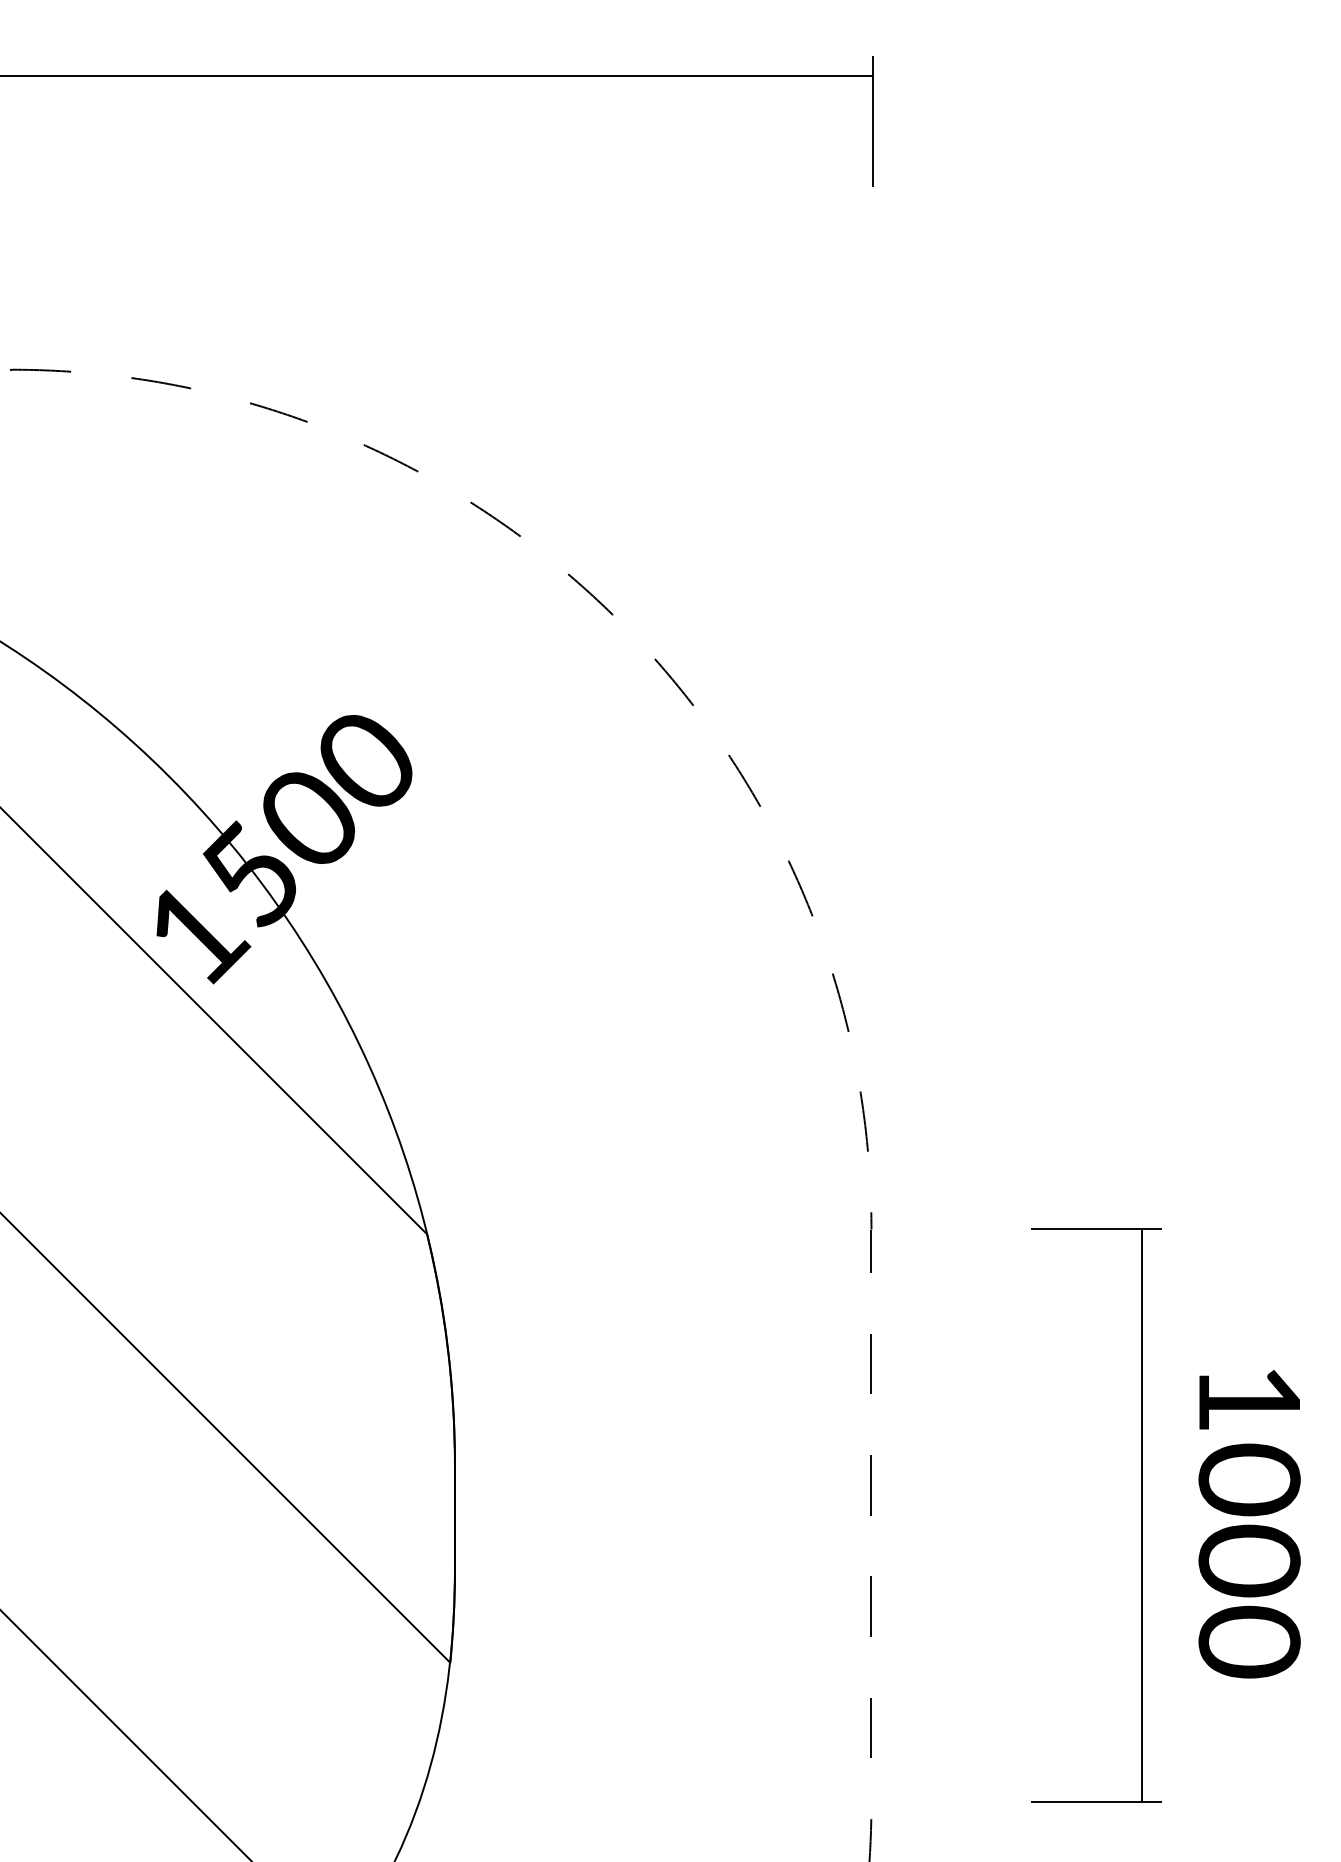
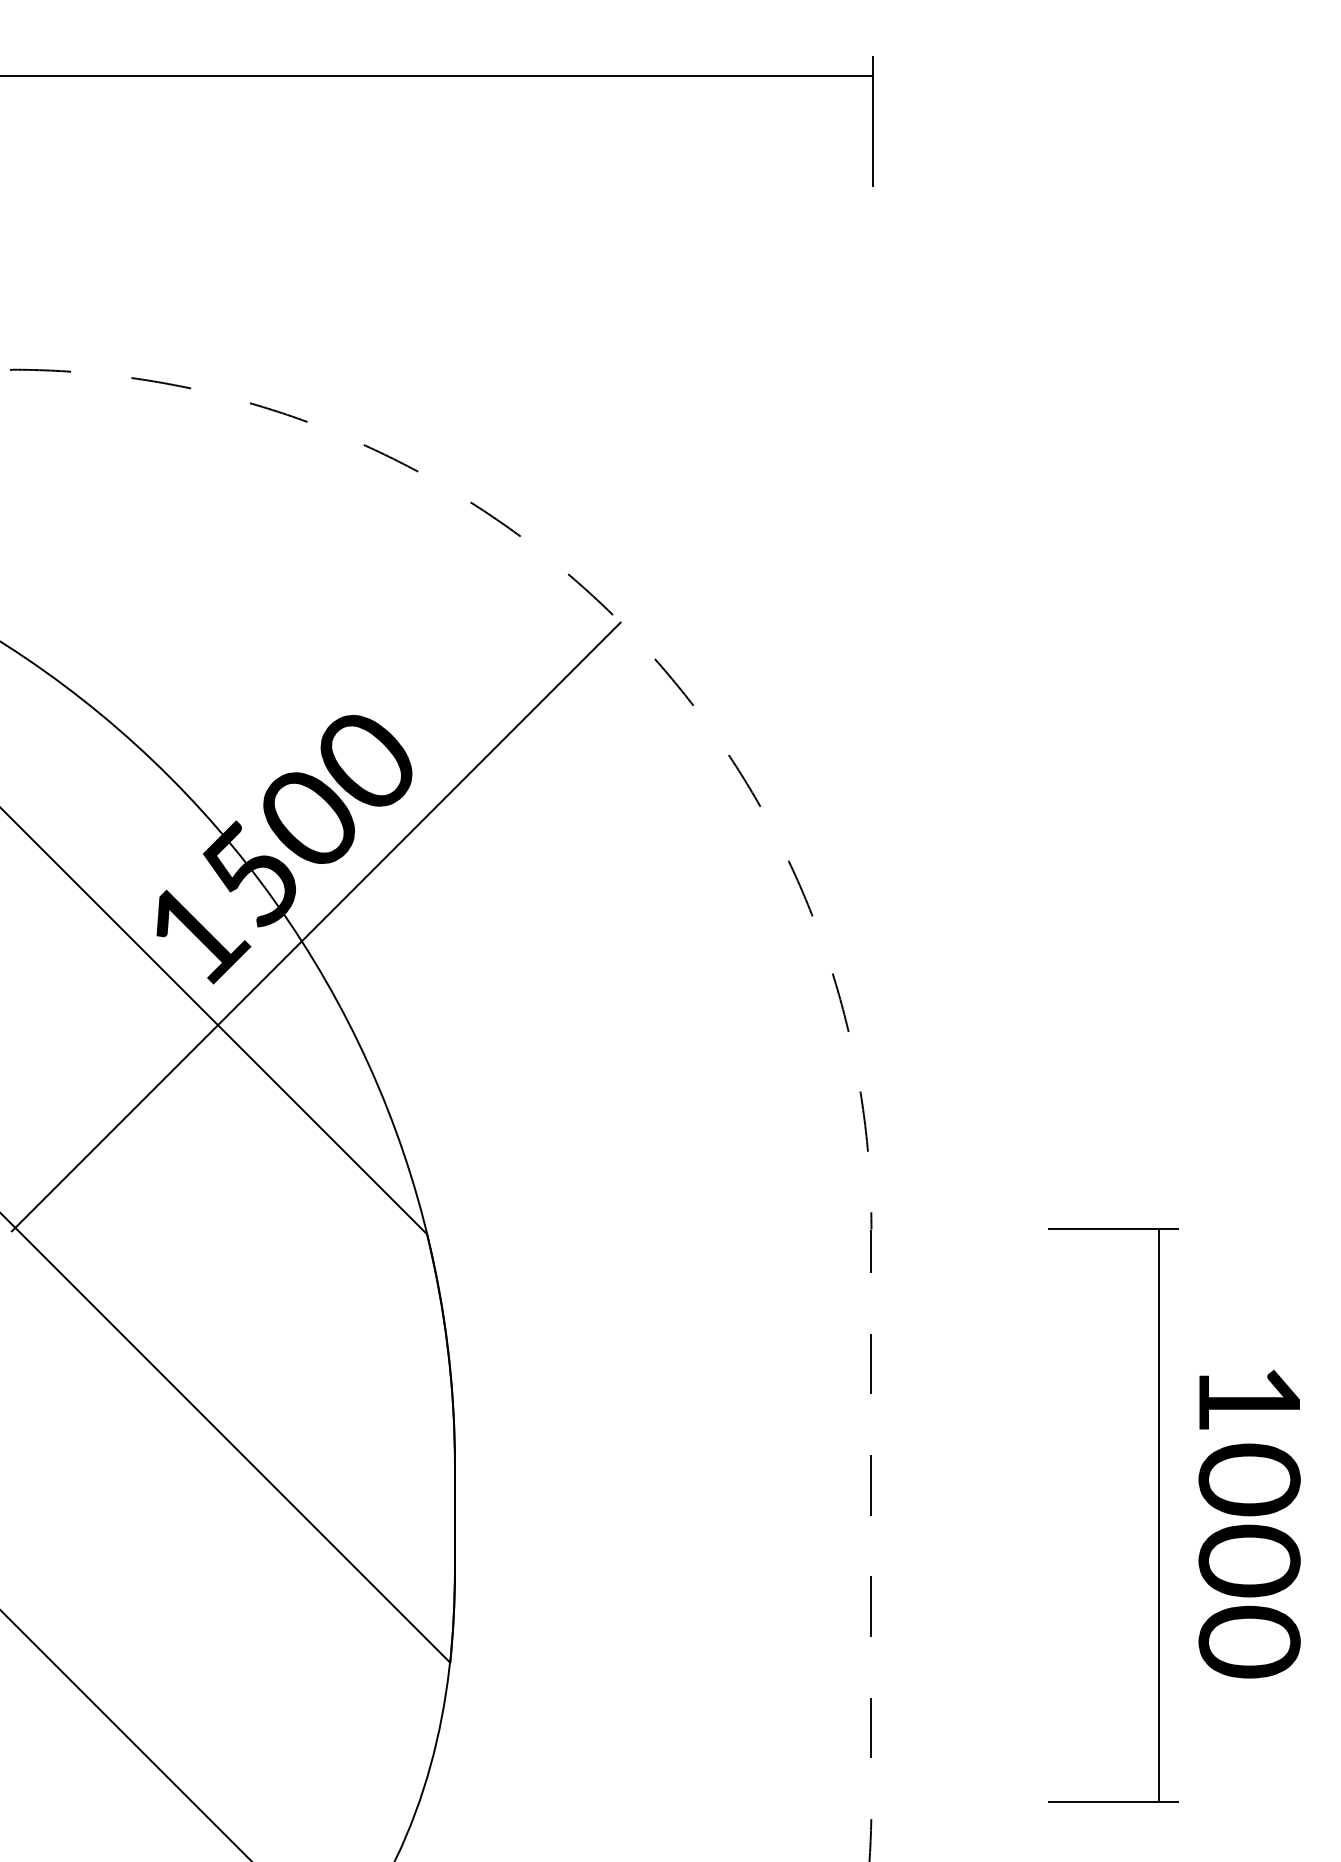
line at (315, 926): none -> present
part at (1141, 1515) position: (1141, 1515) -> (1158, 1515)
